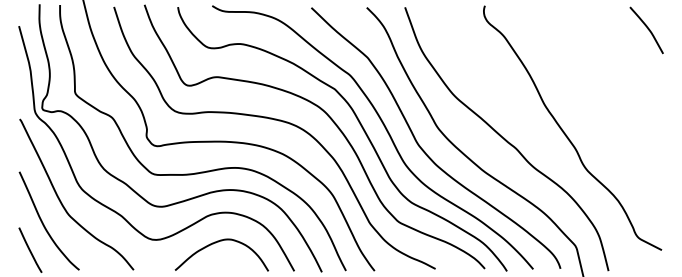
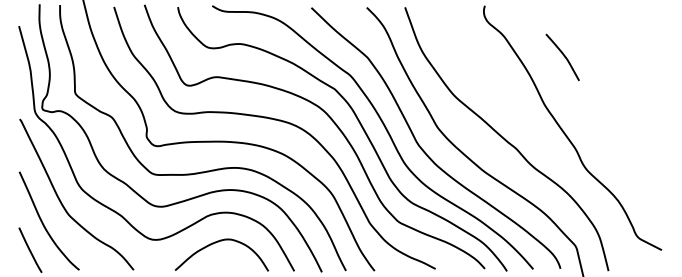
curve at (647, 29) position: (647, 29) -> (563, 56)
